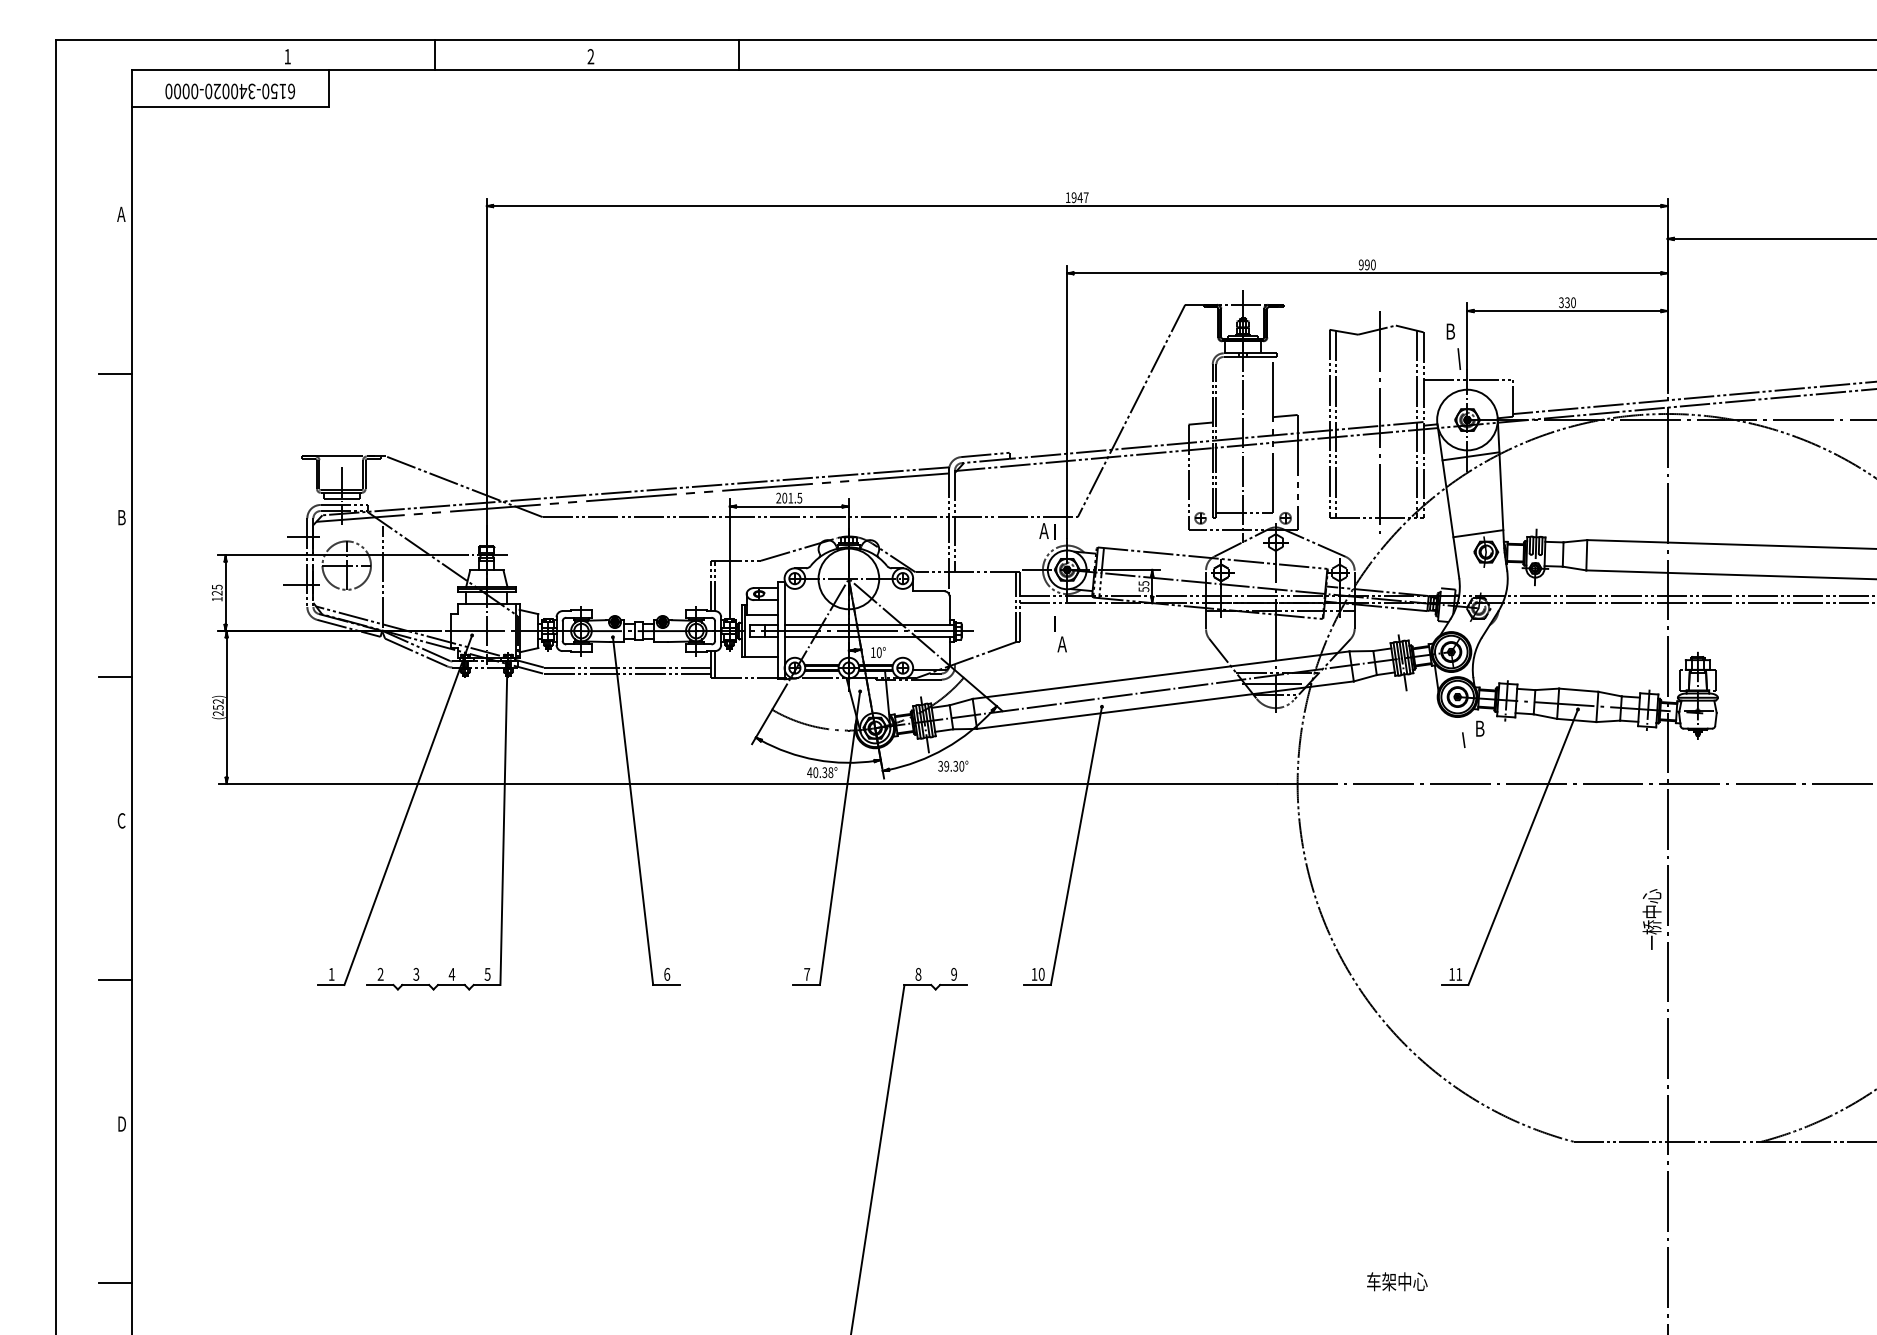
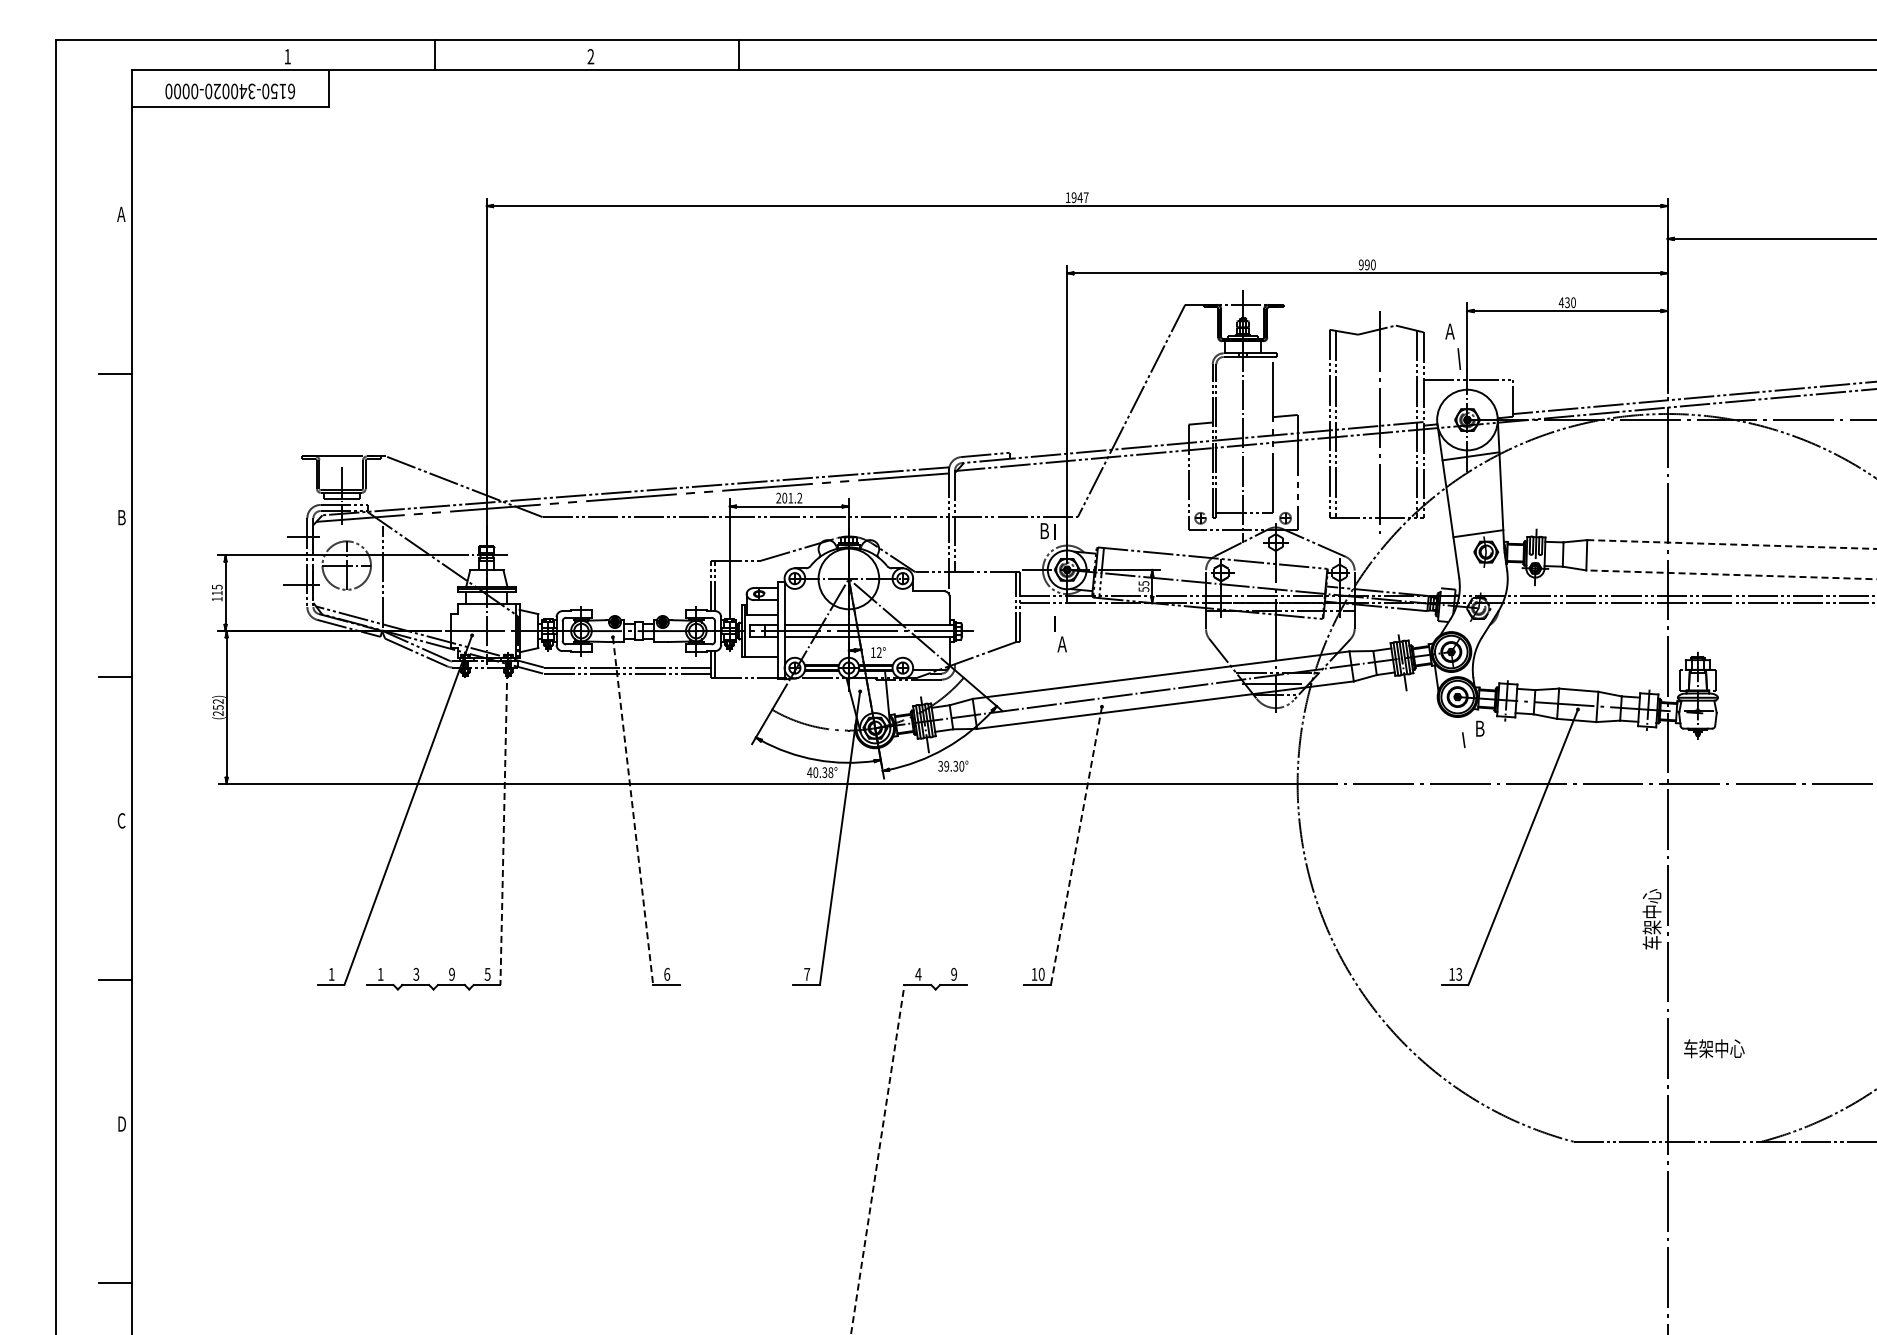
text at (1561, 302): 330 -> 430
text at (1449, 331): B -> A
text at (799, 497): 201.5 -> 201.2
text at (1043, 530): A -> B
line at (1732, 544): solid -> dashed
line at (1731, 574): solid -> dashed
text at (216, 593): 125 -> 115
text at (878, 652): 10° -> 12°
line at (633, 811): solid -> dashed
line at (503, 828): solid -> dashed
line at (1076, 846): solid -> dashed
text at (1651, 934): 一桥中心 -> 车架中心
text at (380, 973): 2 -> 1
text at (451, 973): 4 -> 9
text at (918, 973): 8 -> 4
text at (1459, 973): 11 -> 13
line at (877, 1159): solid -> dashed
text at (1397, 1281) position: (1397, 1281) -> (1714, 1048)
